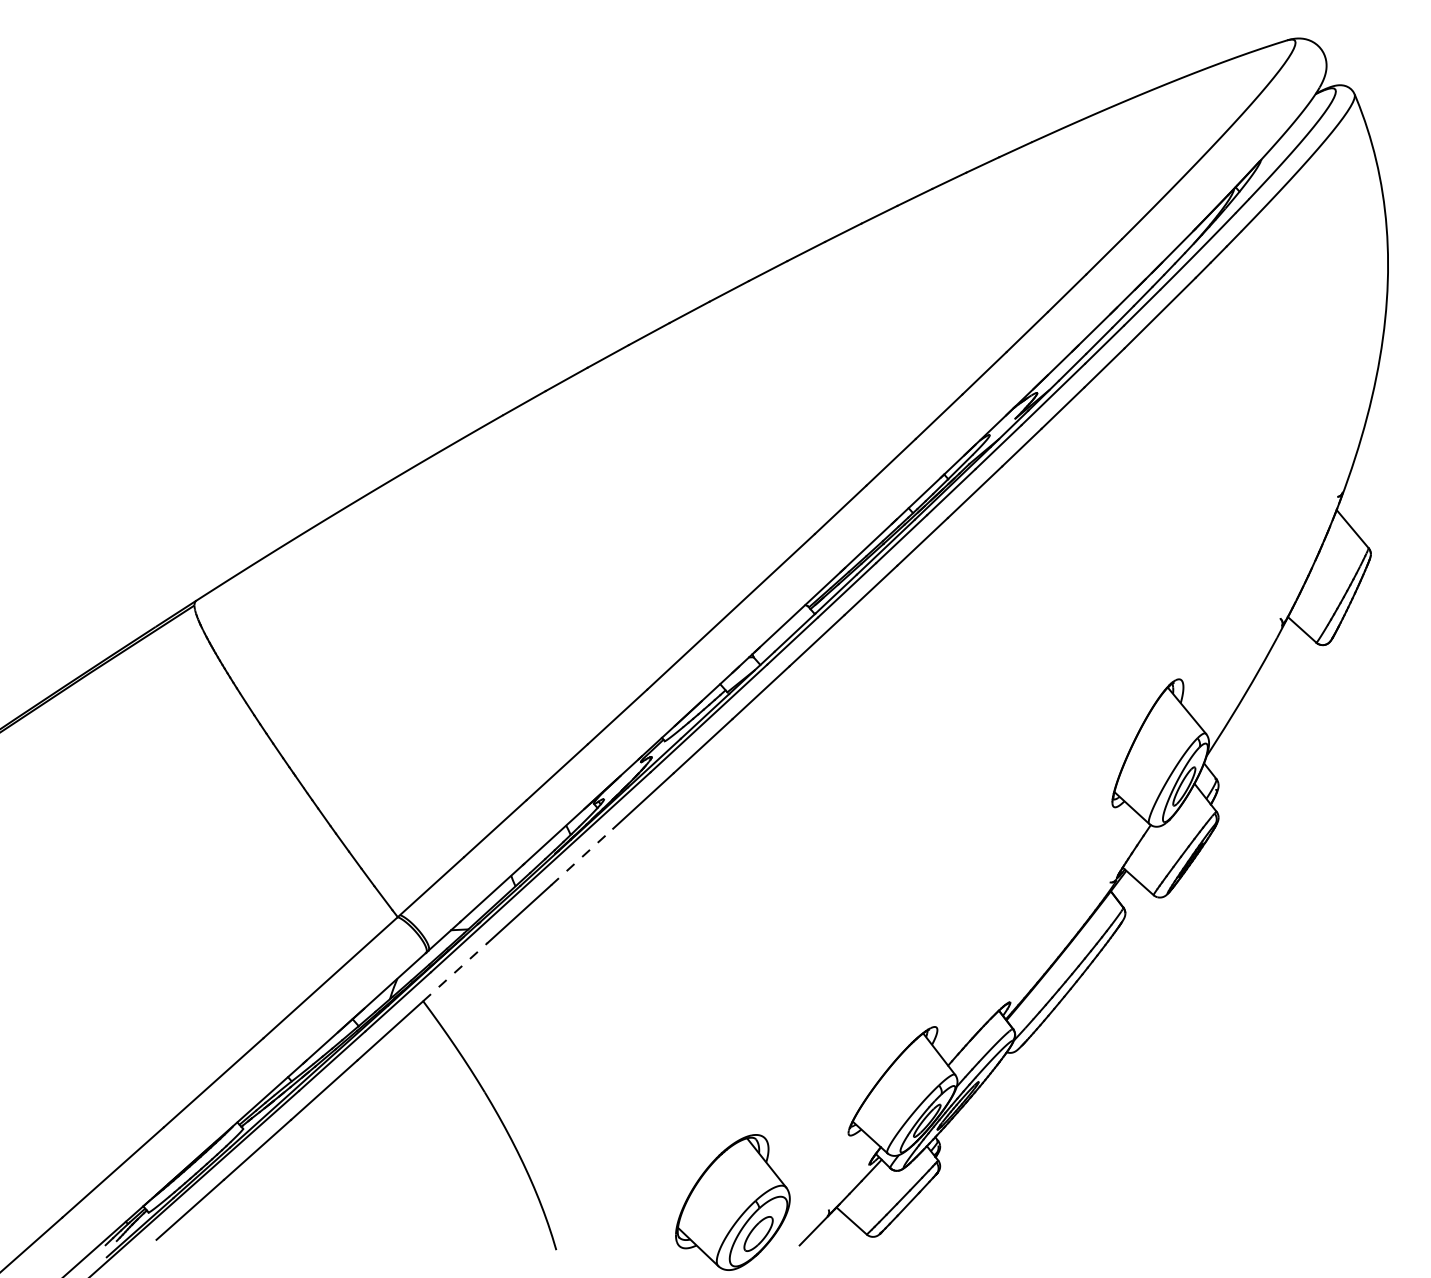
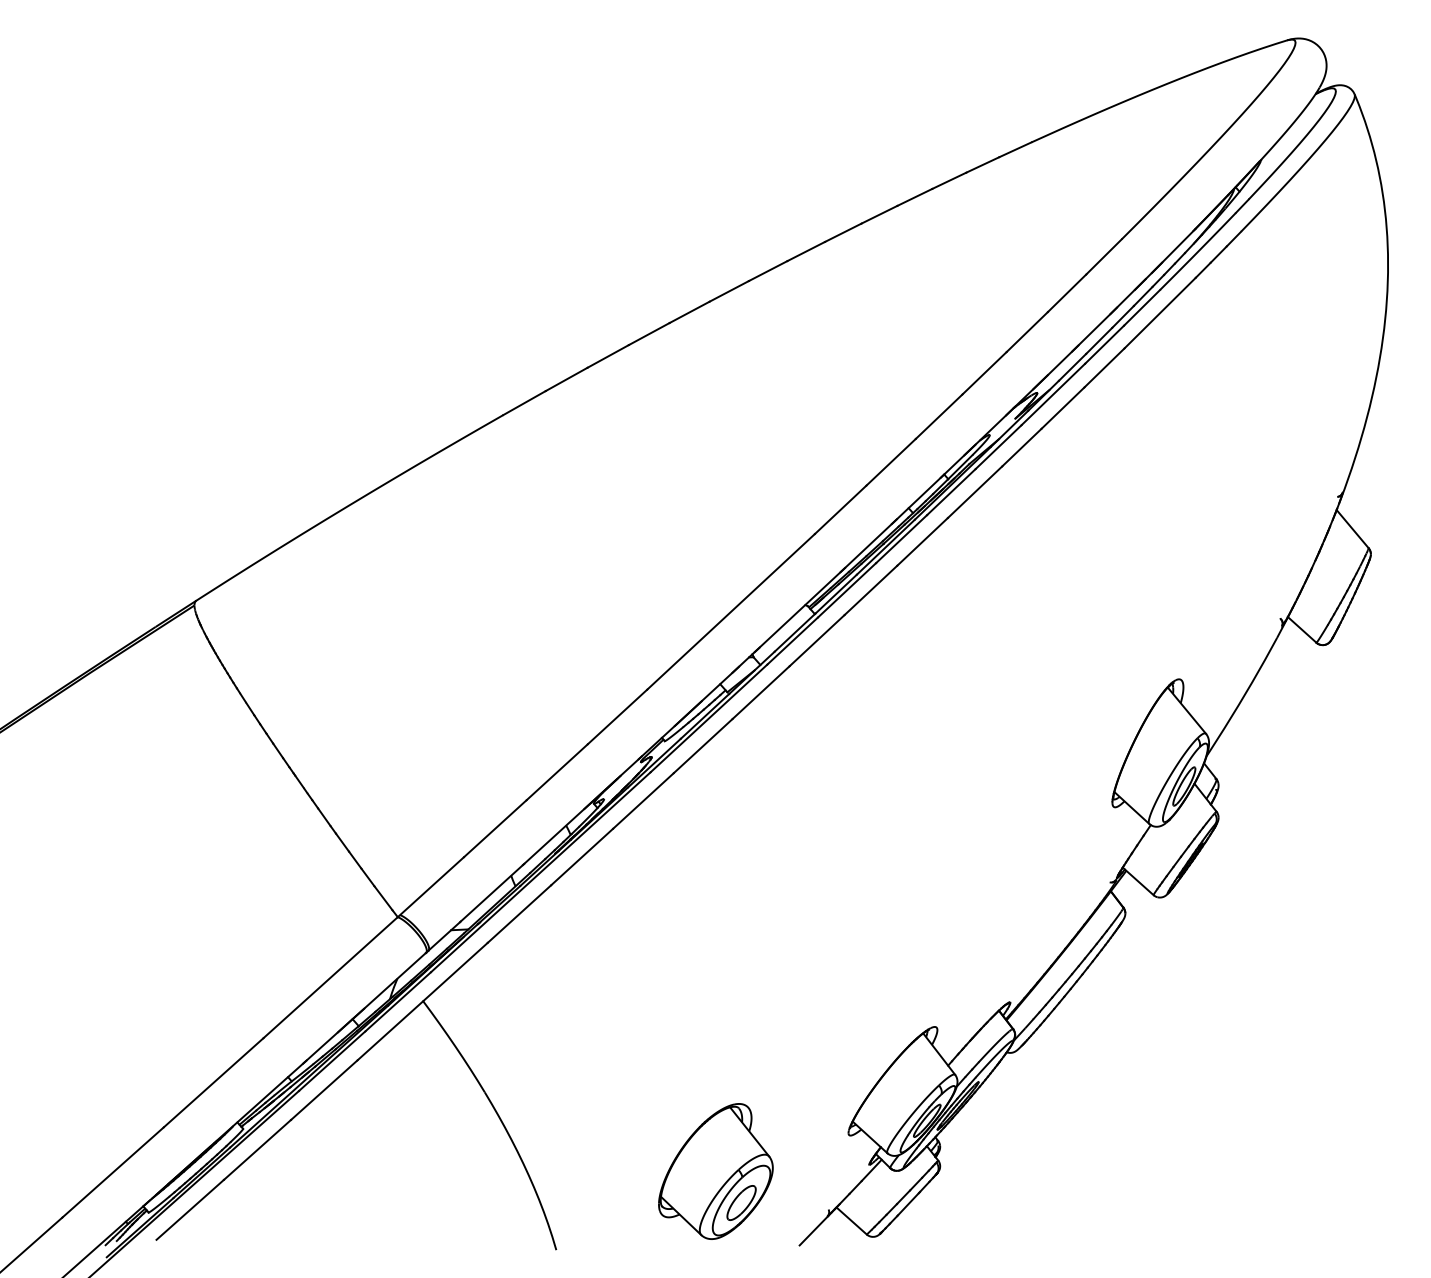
line at (582, 857): dashed -> solid
line at (455, 972): dashed -> solid
part at (732, 1202) position: (732, 1202) -> (715, 1171)
